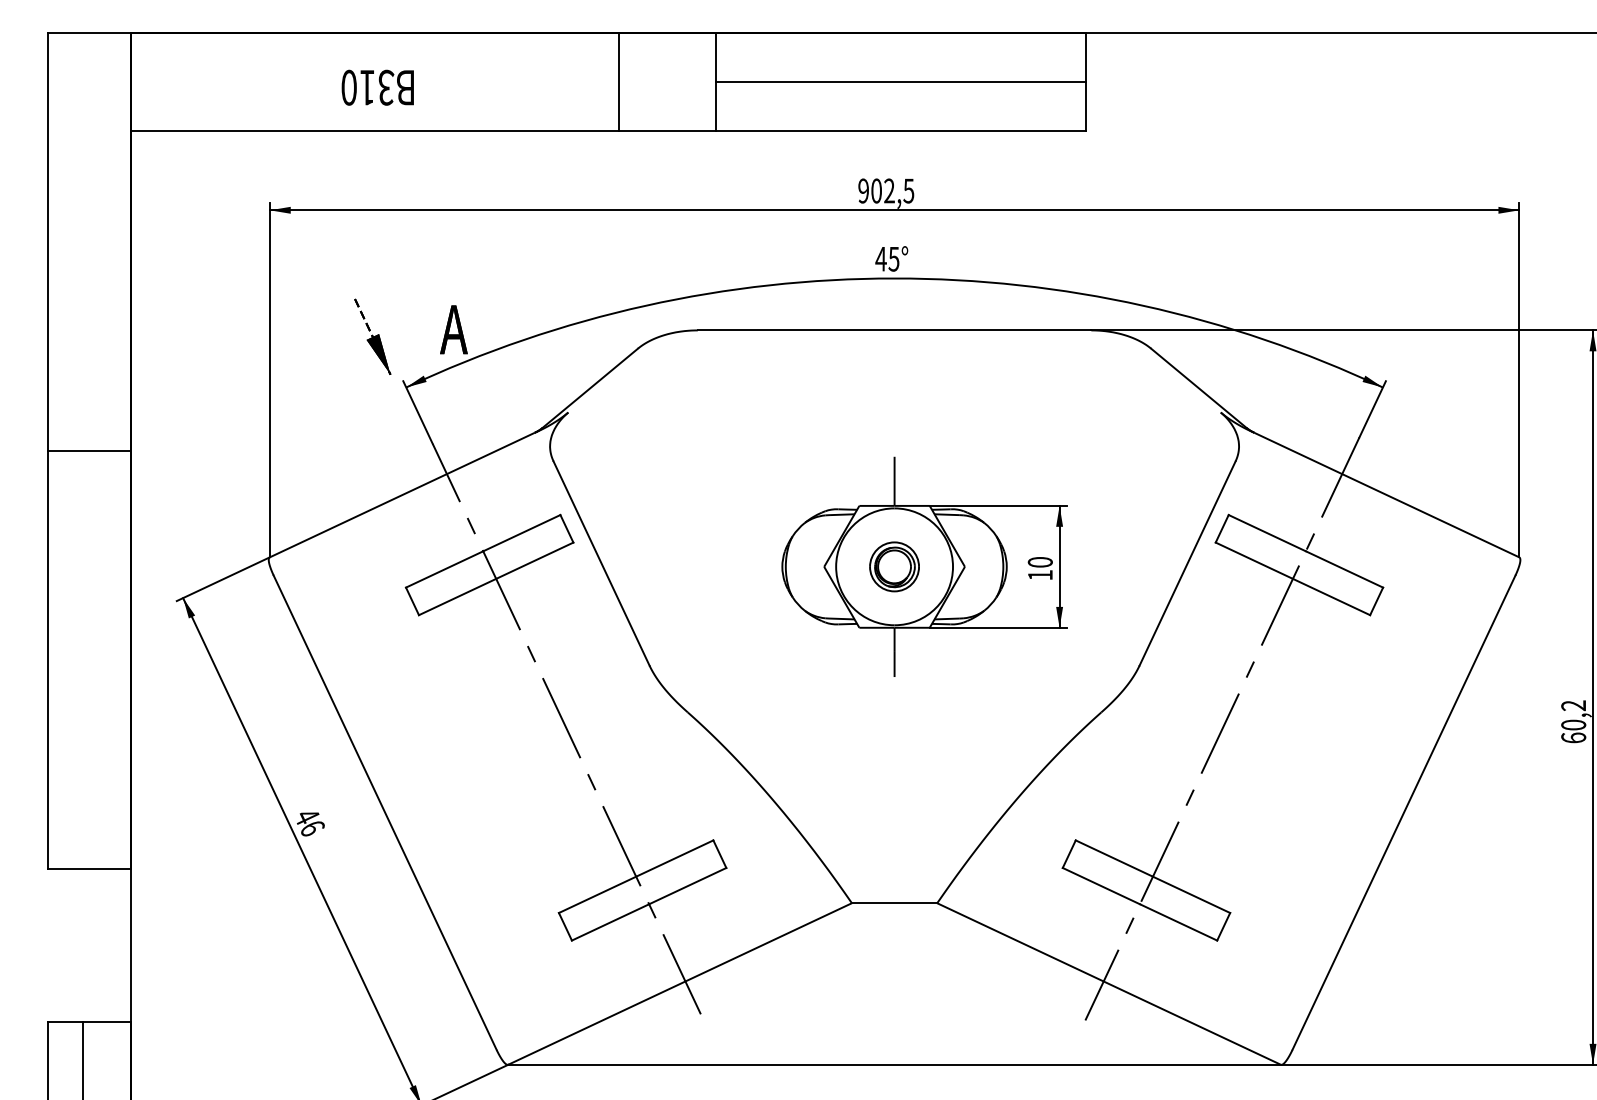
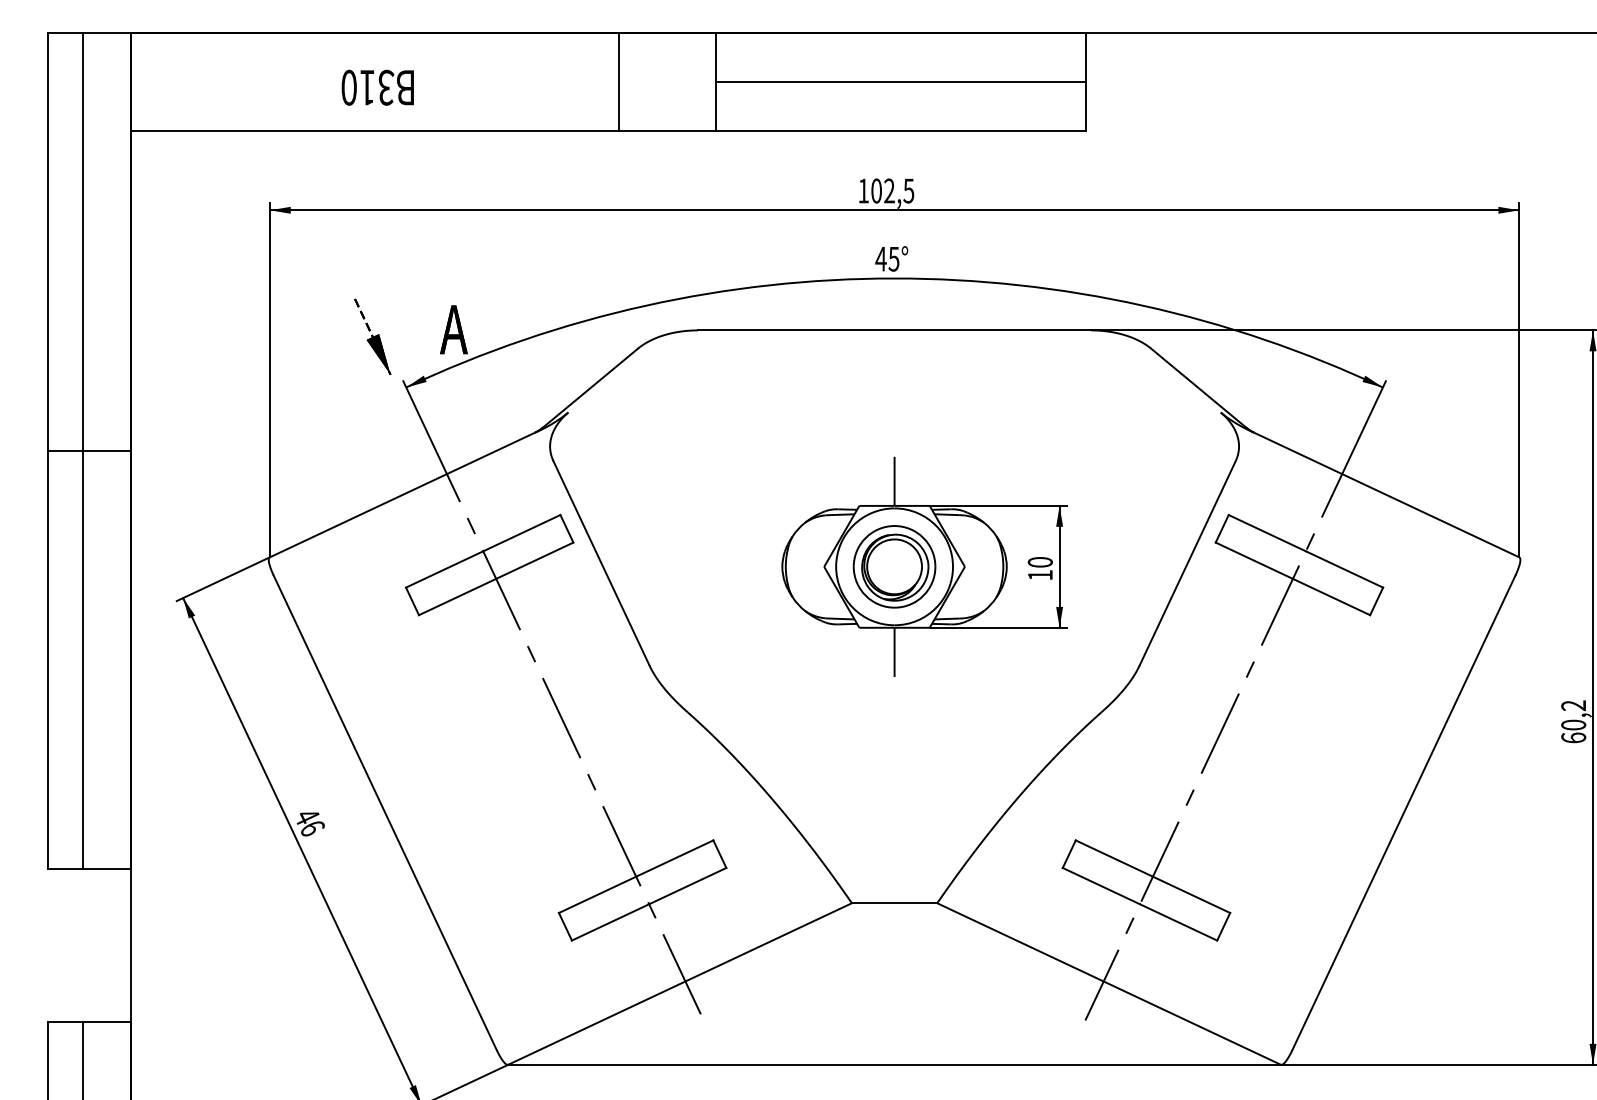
text at (863, 190): 902,5 -> 102,5
line at (82, 450): none -> present
part at (894, 566) size: 51x52 px -> 85x84 px
